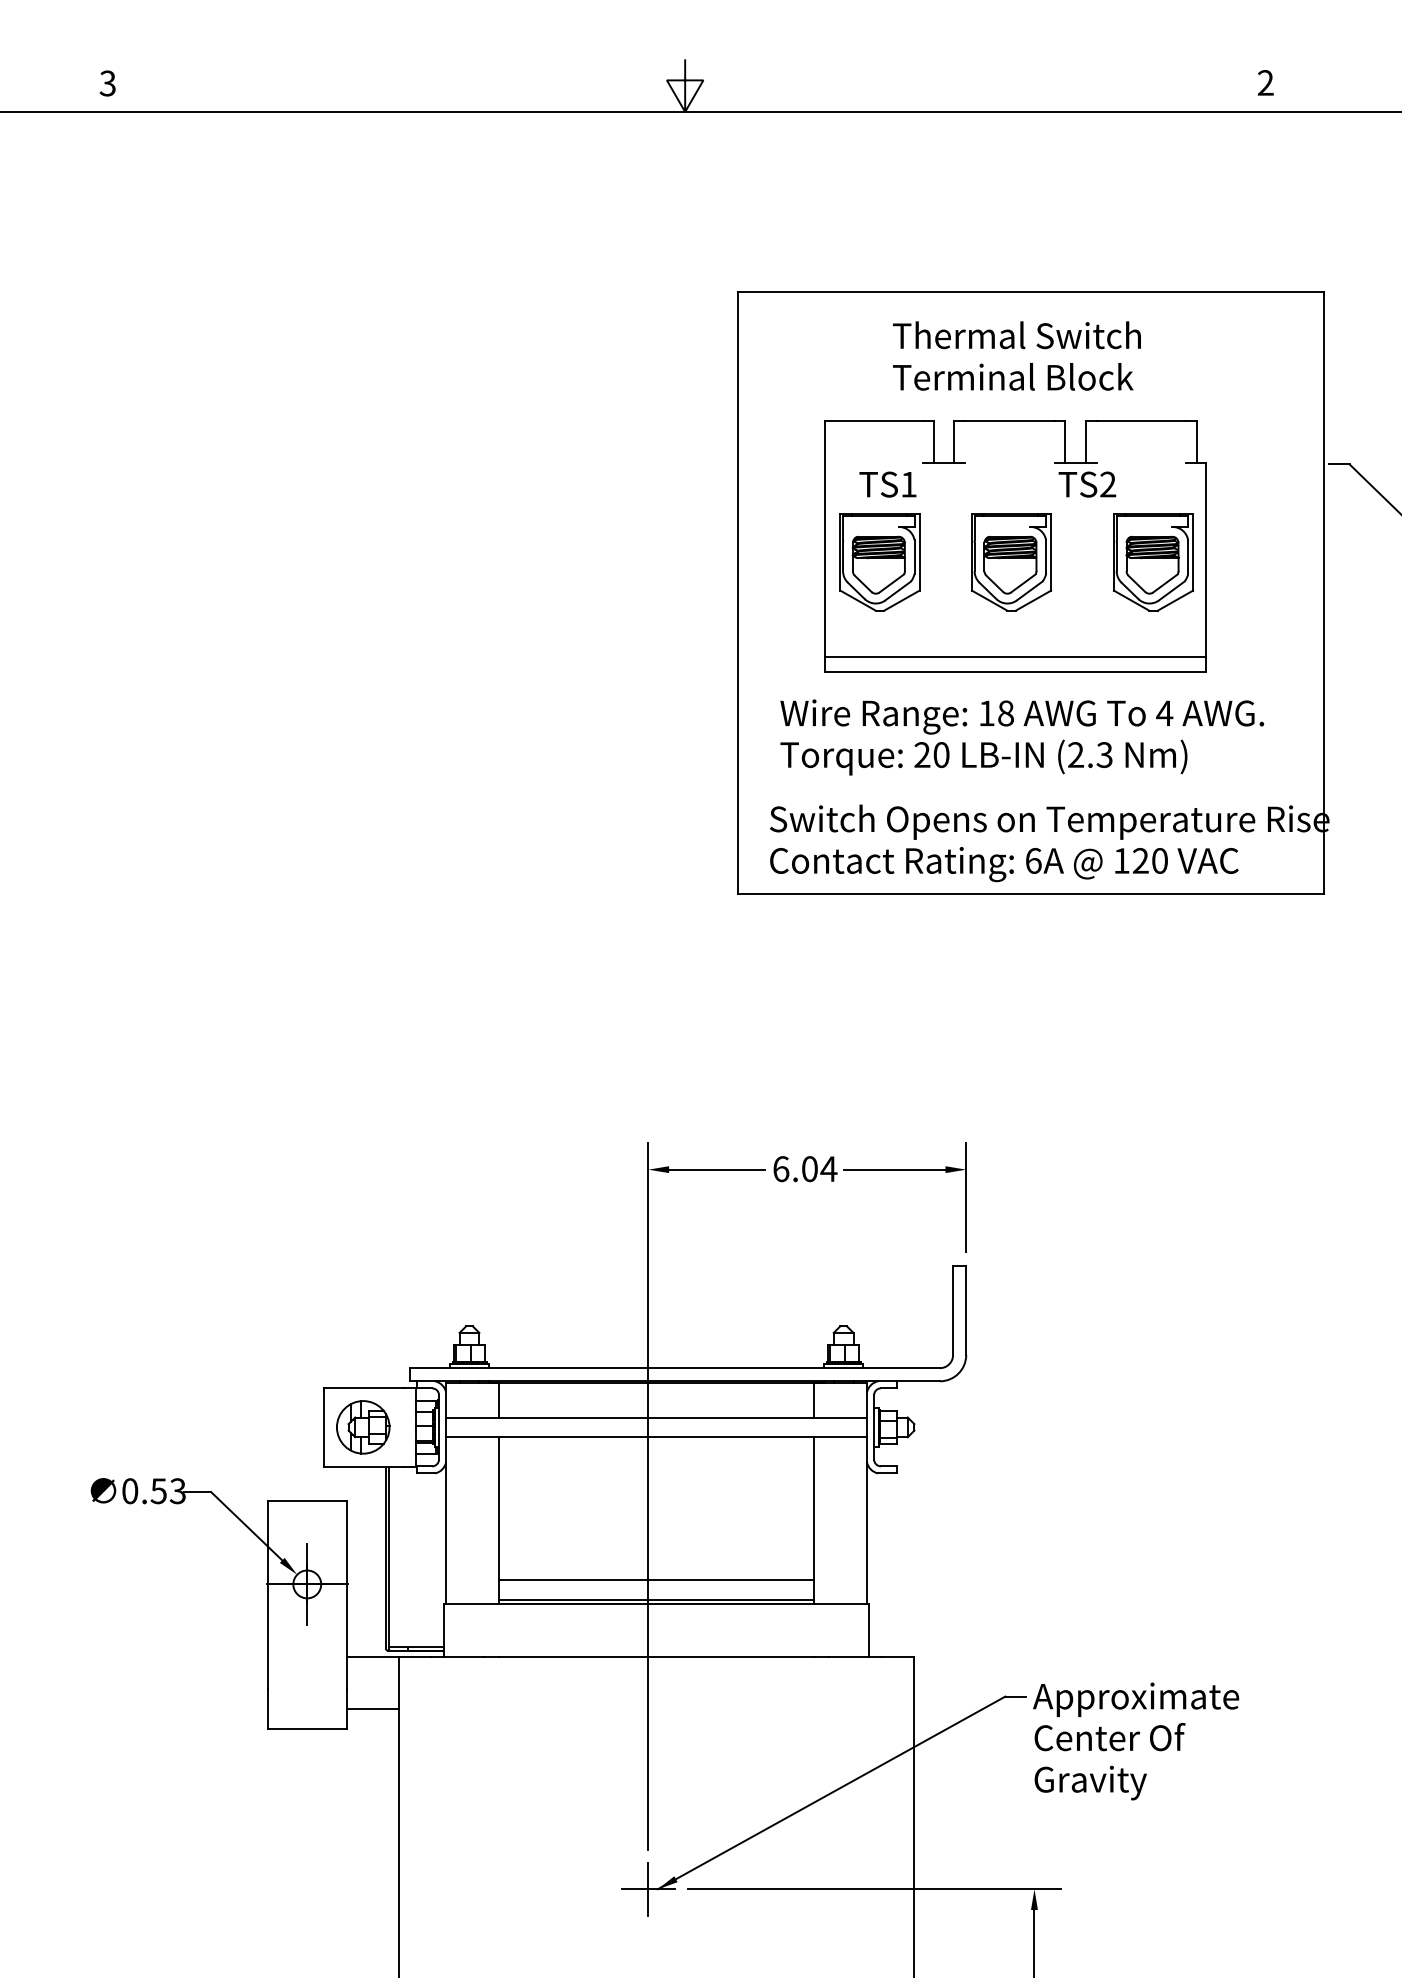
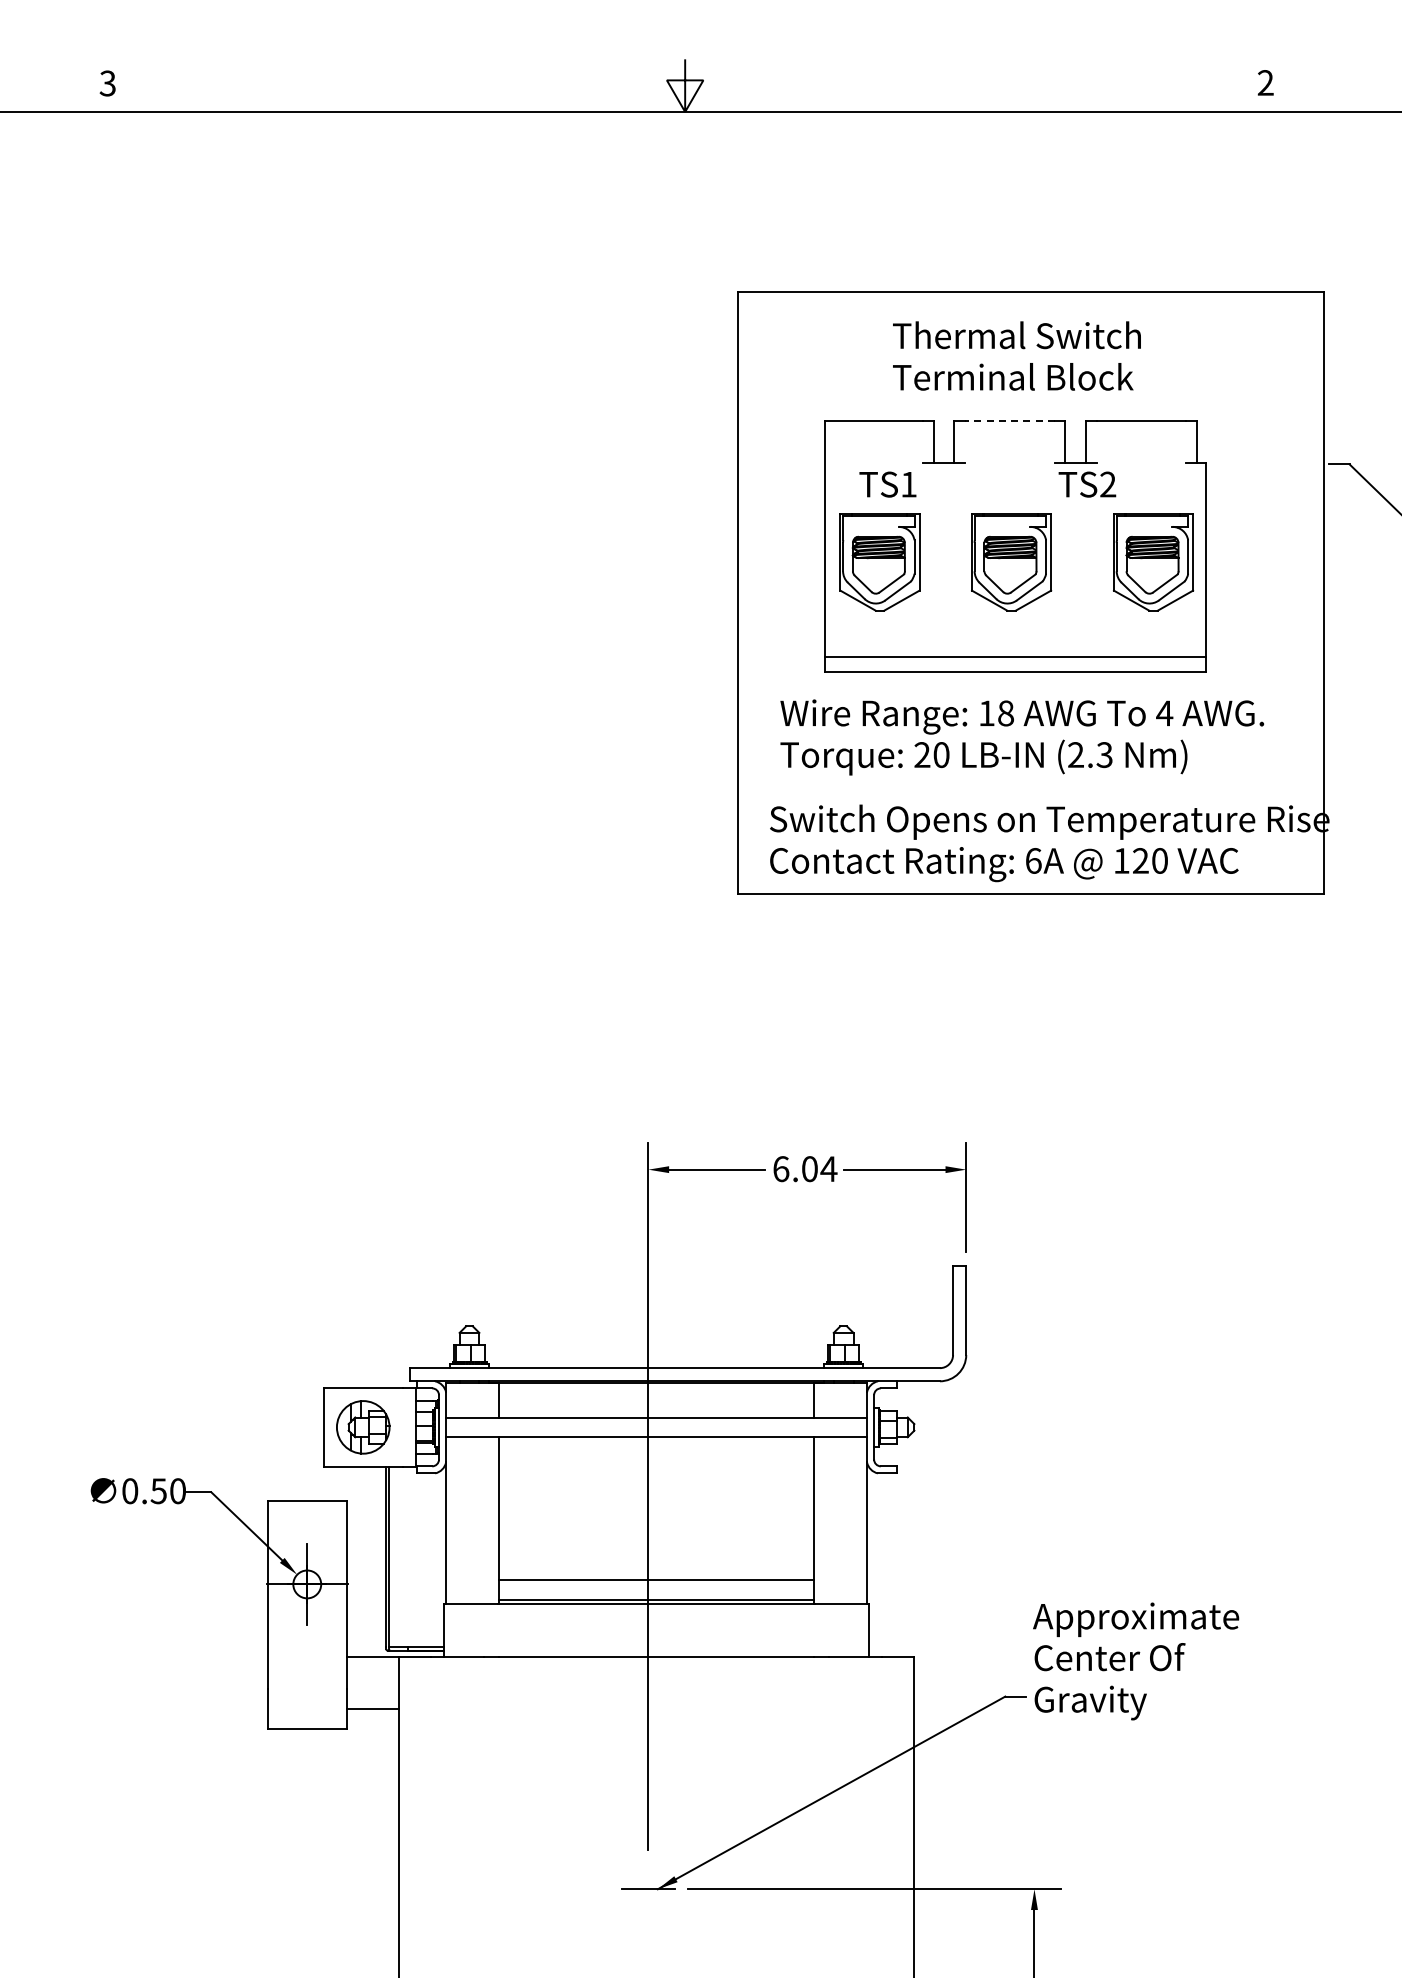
line at (1009, 421): solid -> dashed
text at (177, 1491): 0.53 -> 0.50
text at (1136, 1741) position: (1136, 1741) -> (1136, 1661)
line at (648, 1888): present -> none
